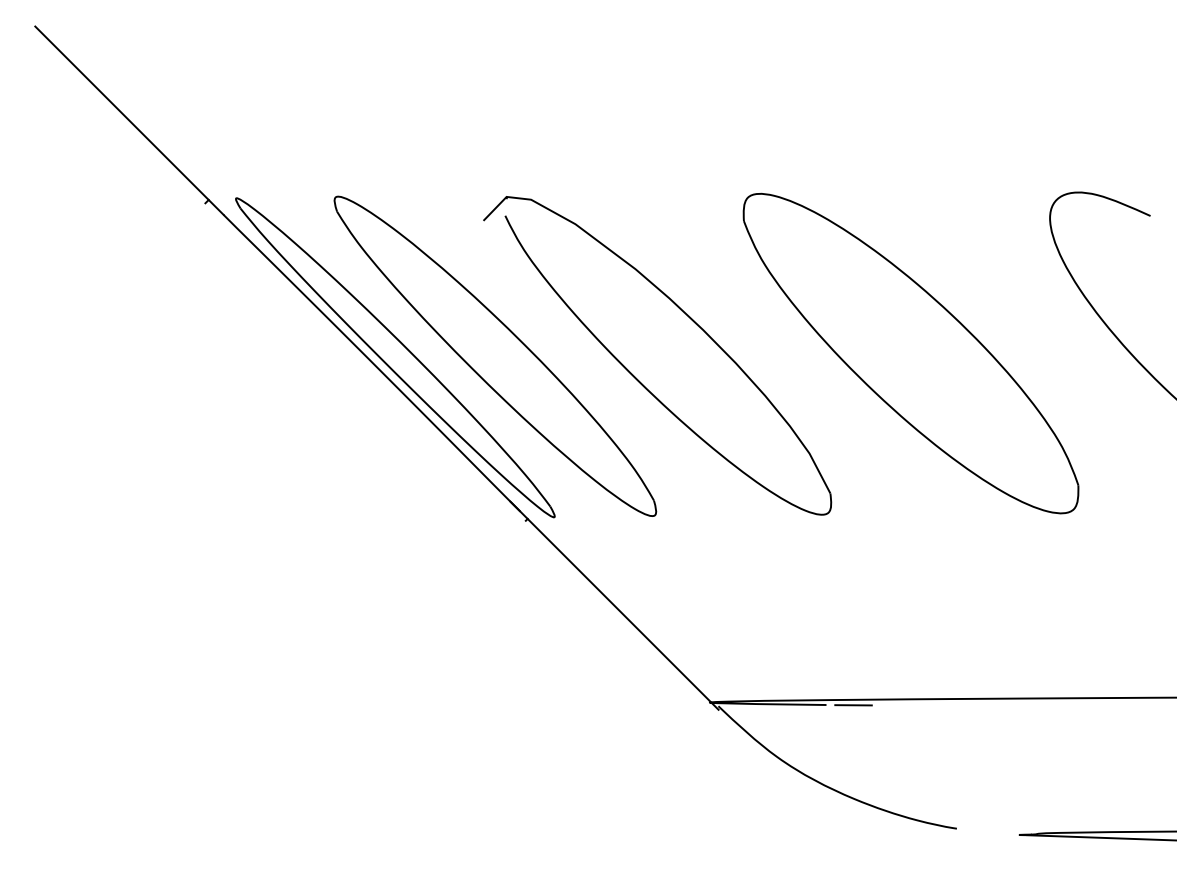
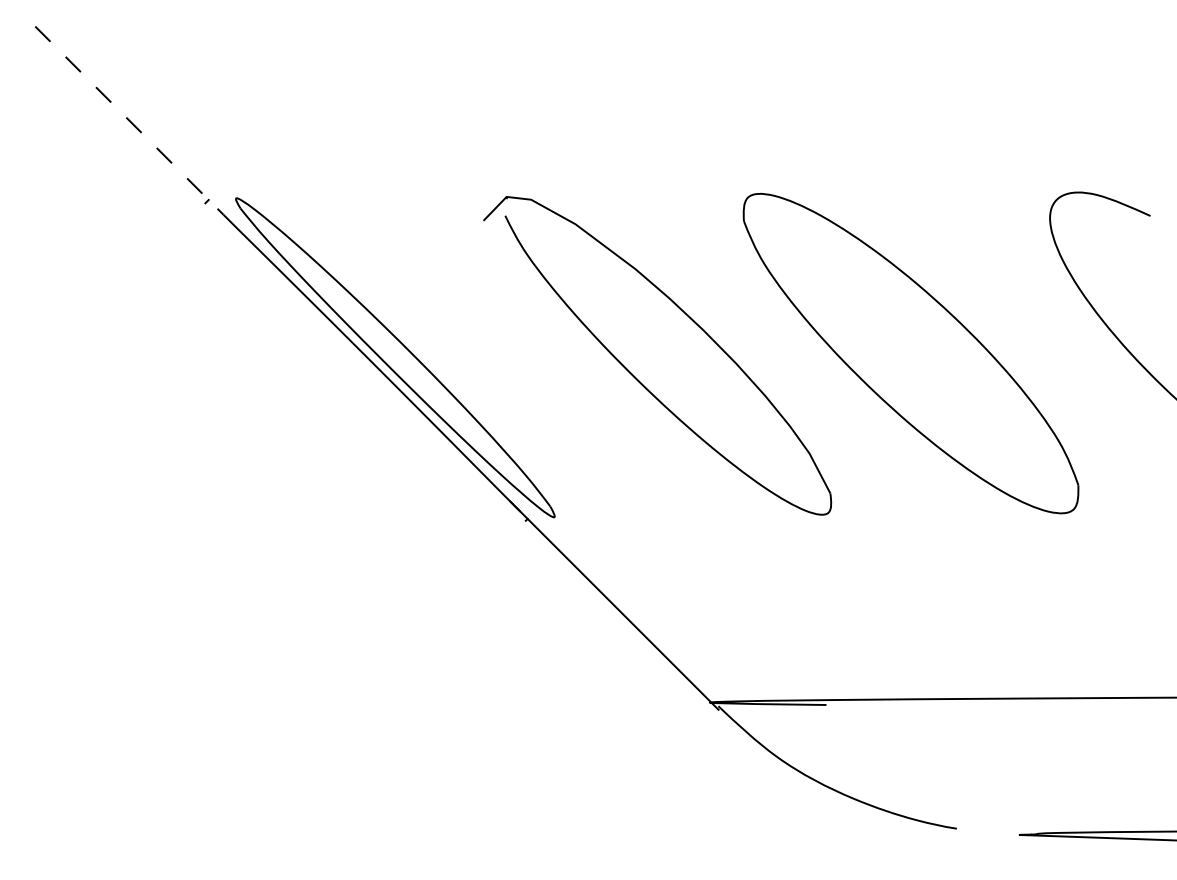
line at (129, 121): solid -> dashed
part at (495, 355): present -> none
line at (853, 705): present -> none
